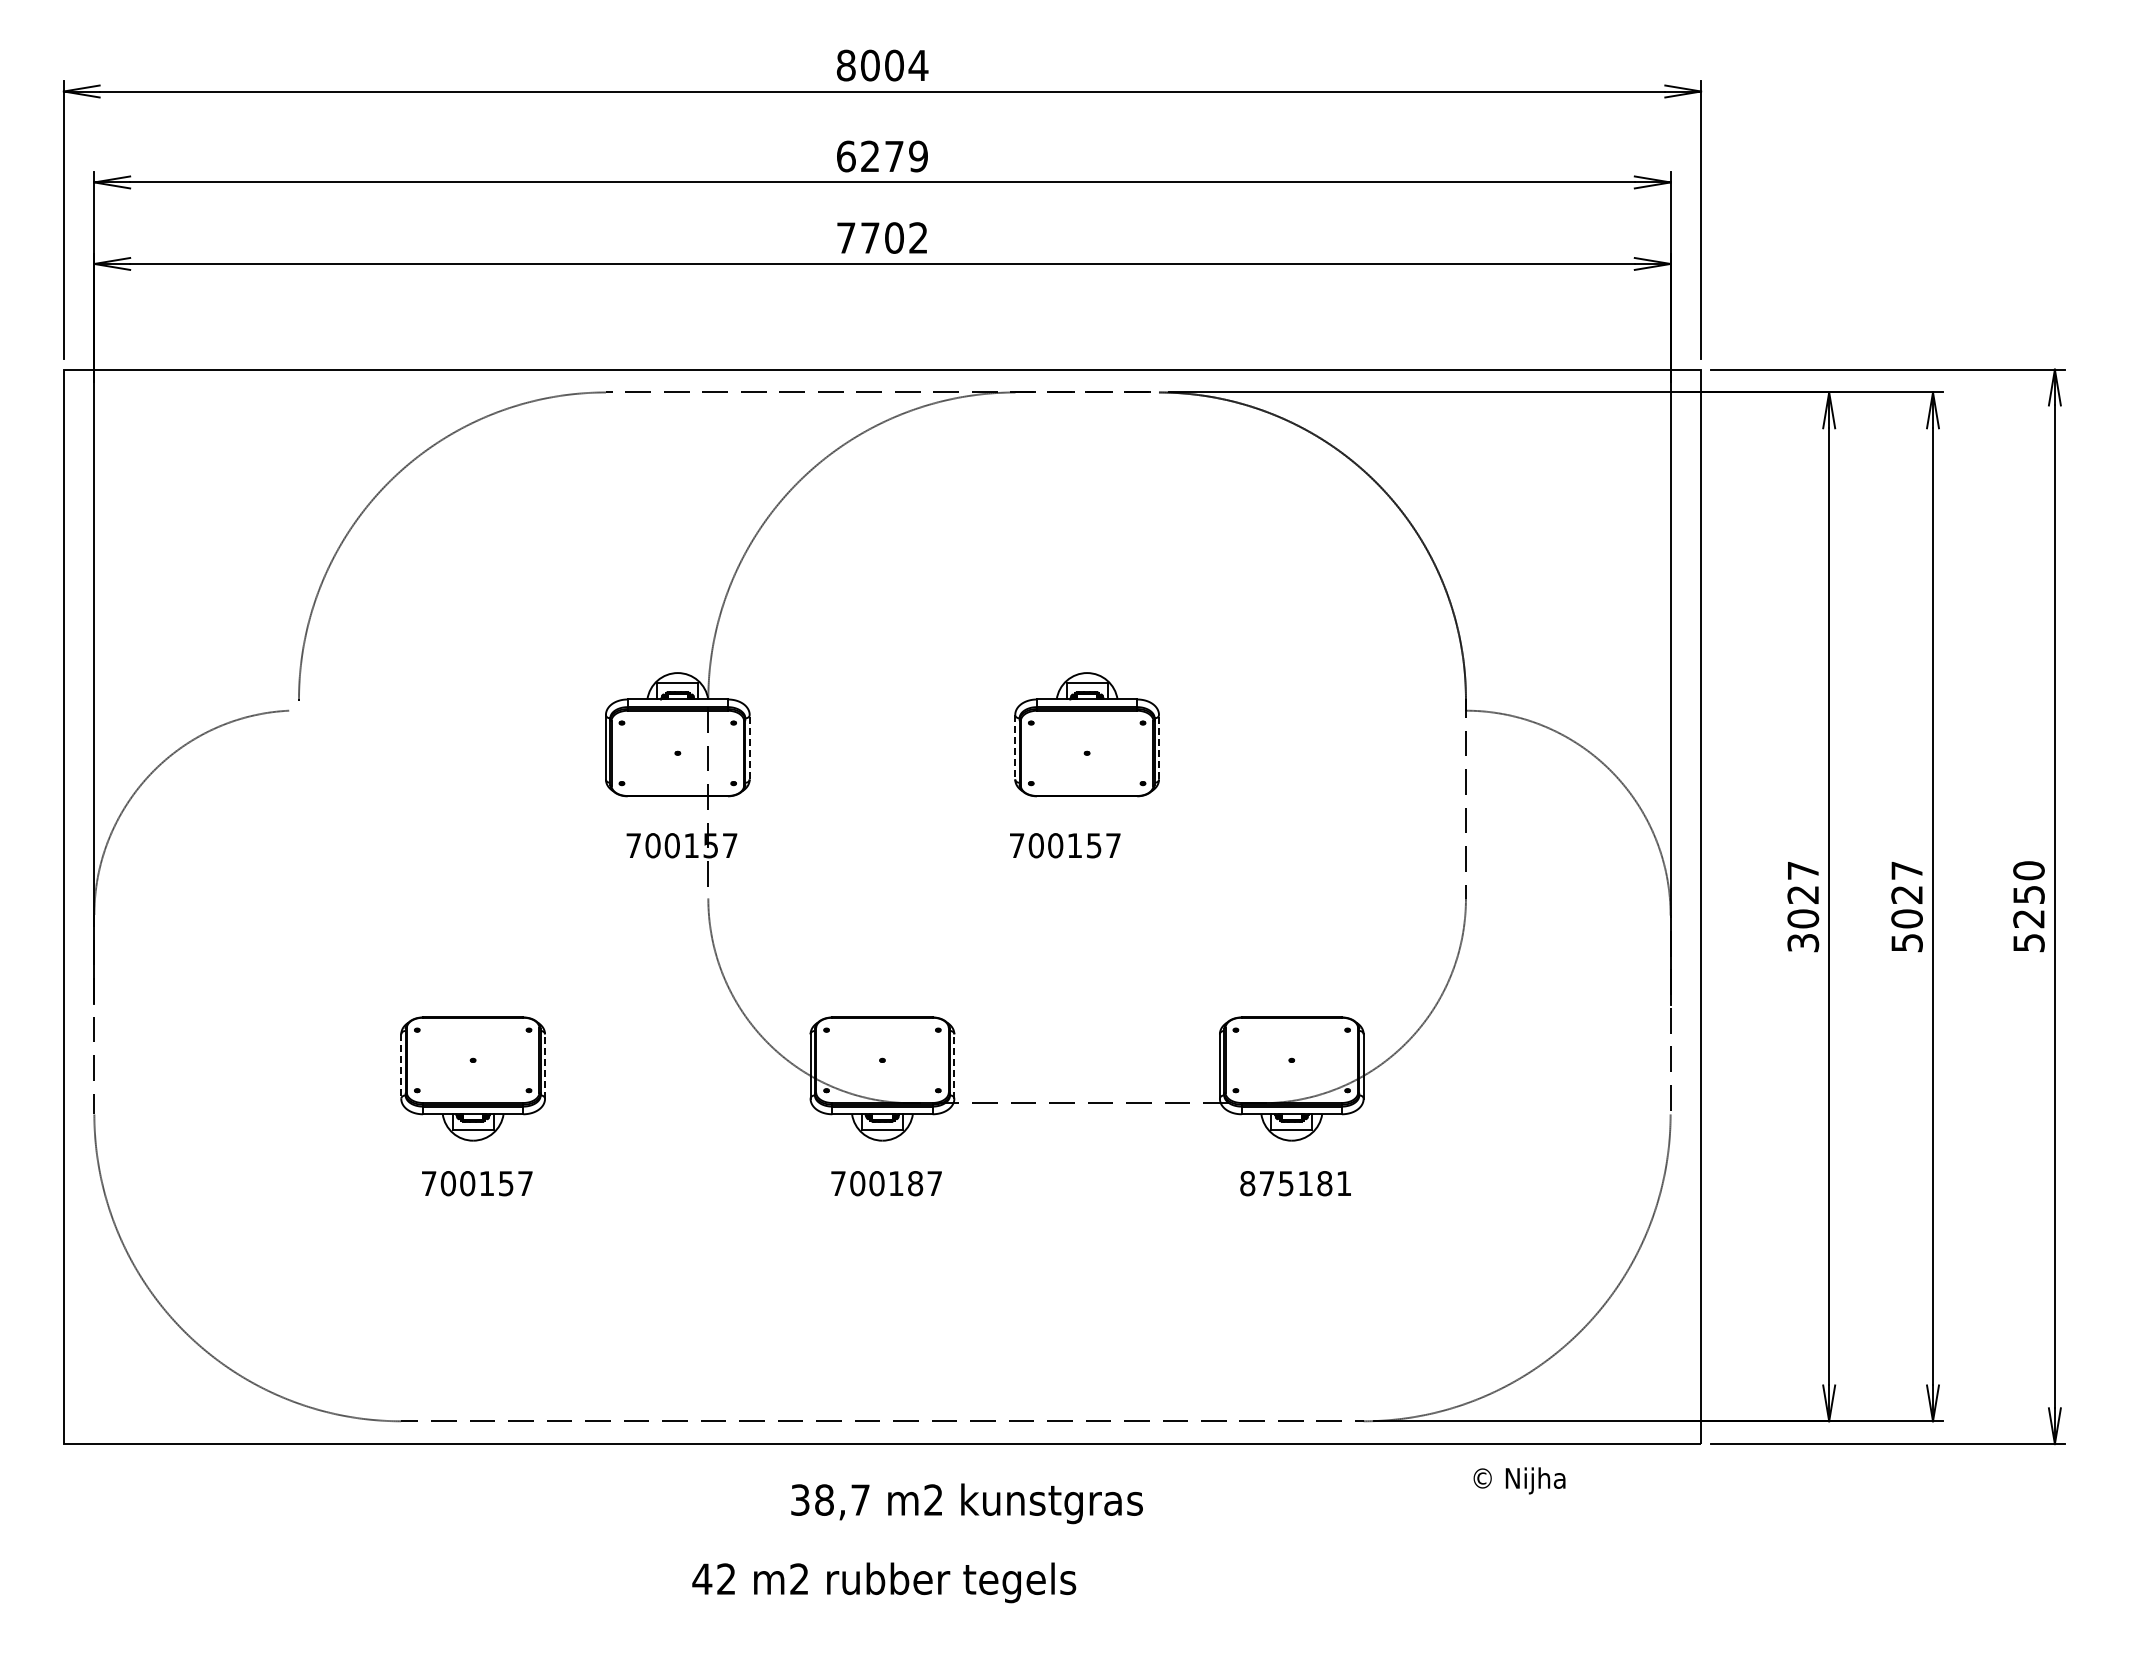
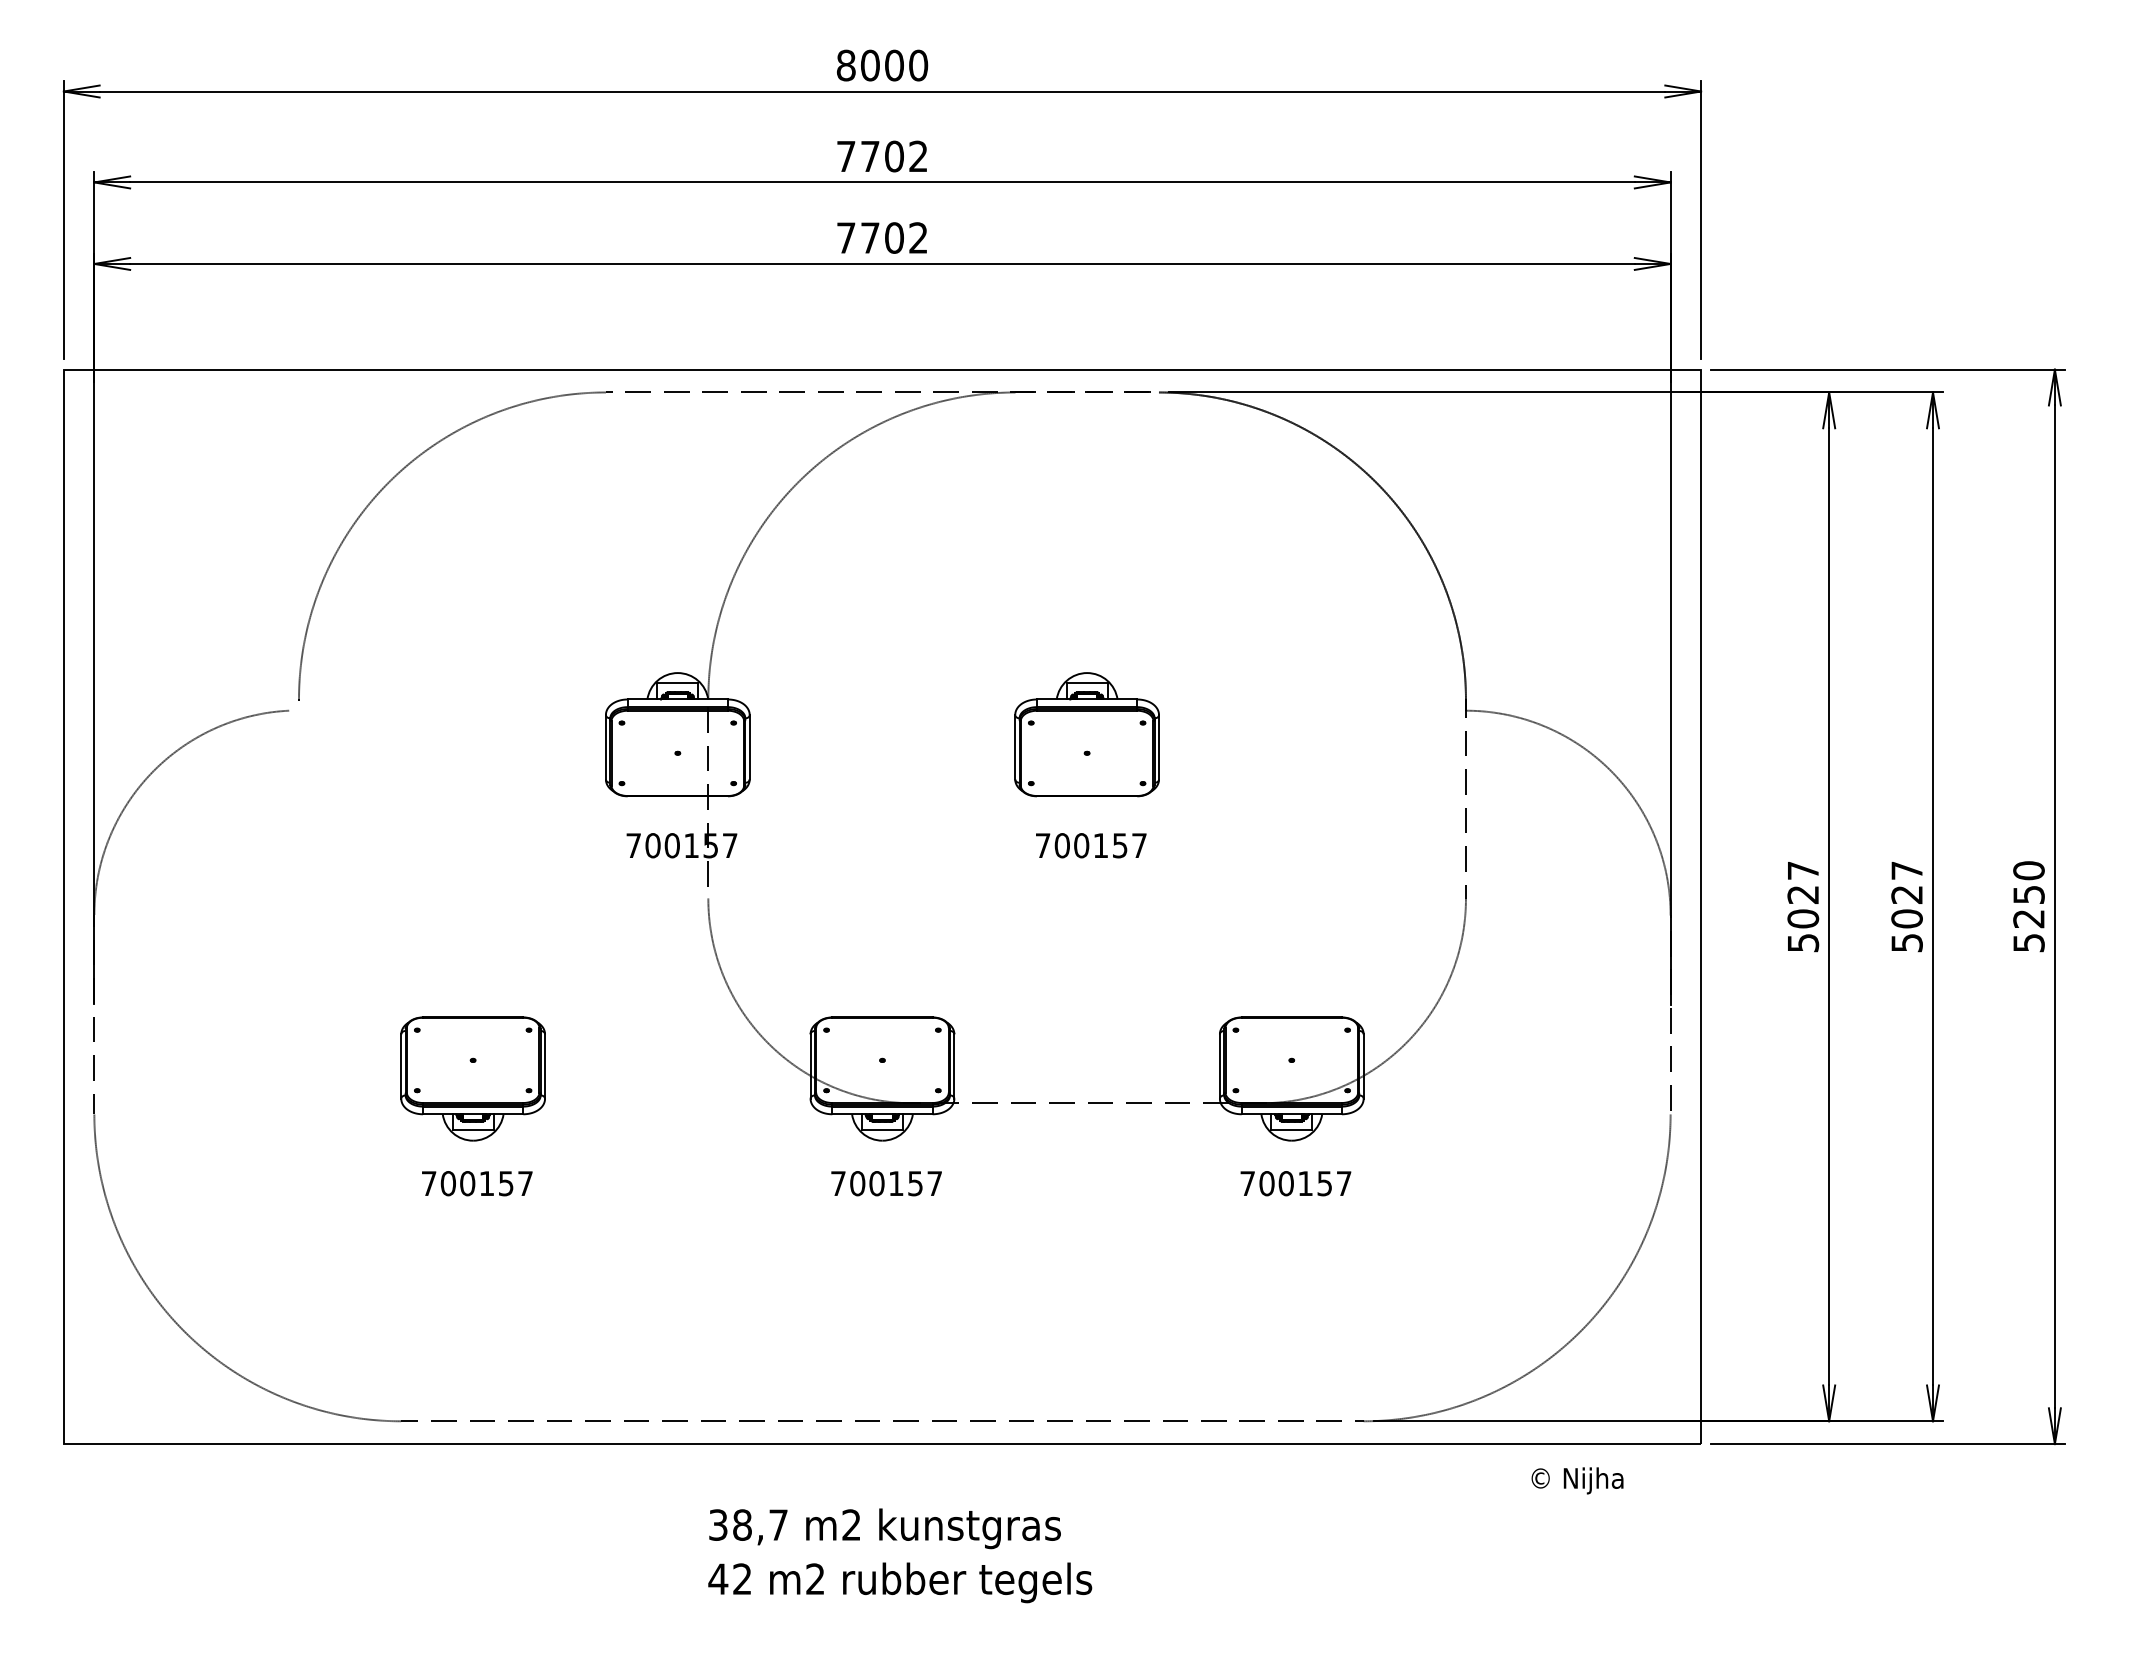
text at (918, 65): 8004 -> 8000
text at (882, 156): 6279 -> 7702
line at (749, 746): dashed -> solid
line at (1159, 746): dashed -> solid
line at (1015, 747): dashed -> solid
text at (1065, 845) position: (1065, 845) -> (1091, 845)
text at (1802, 942): 3027 -> 5027
line at (545, 1066): dashed -> solid
line at (954, 1066): dashed -> solid
line at (401, 1067): dashed -> solid
text at (915, 1183): 700187 -> 700157
text at (1295, 1183): 875181 -> 700157
text at (1519, 1480) position: (1519, 1480) -> (1577, 1480)
text at (966, 1503) position: (966, 1503) -> (884, 1528)
text at (884, 1582) position: (884, 1582) -> (900, 1582)
